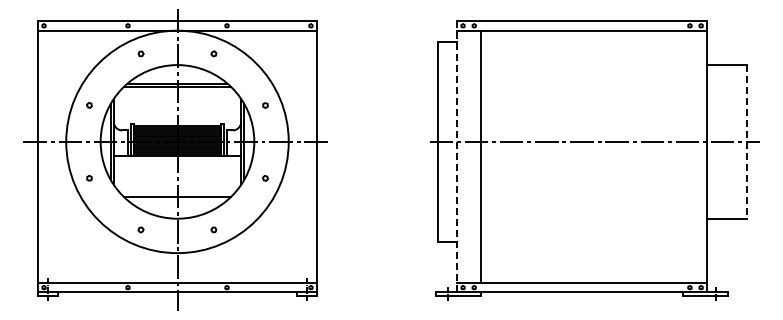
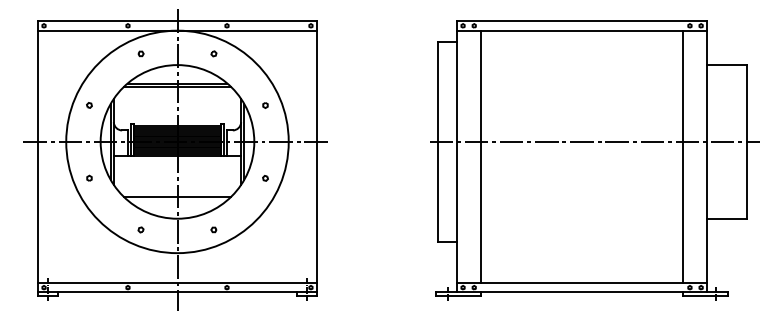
line at (747, 141): dashed -> solid
line at (456, 156): dashed -> solid
line at (682, 156): none -> present
